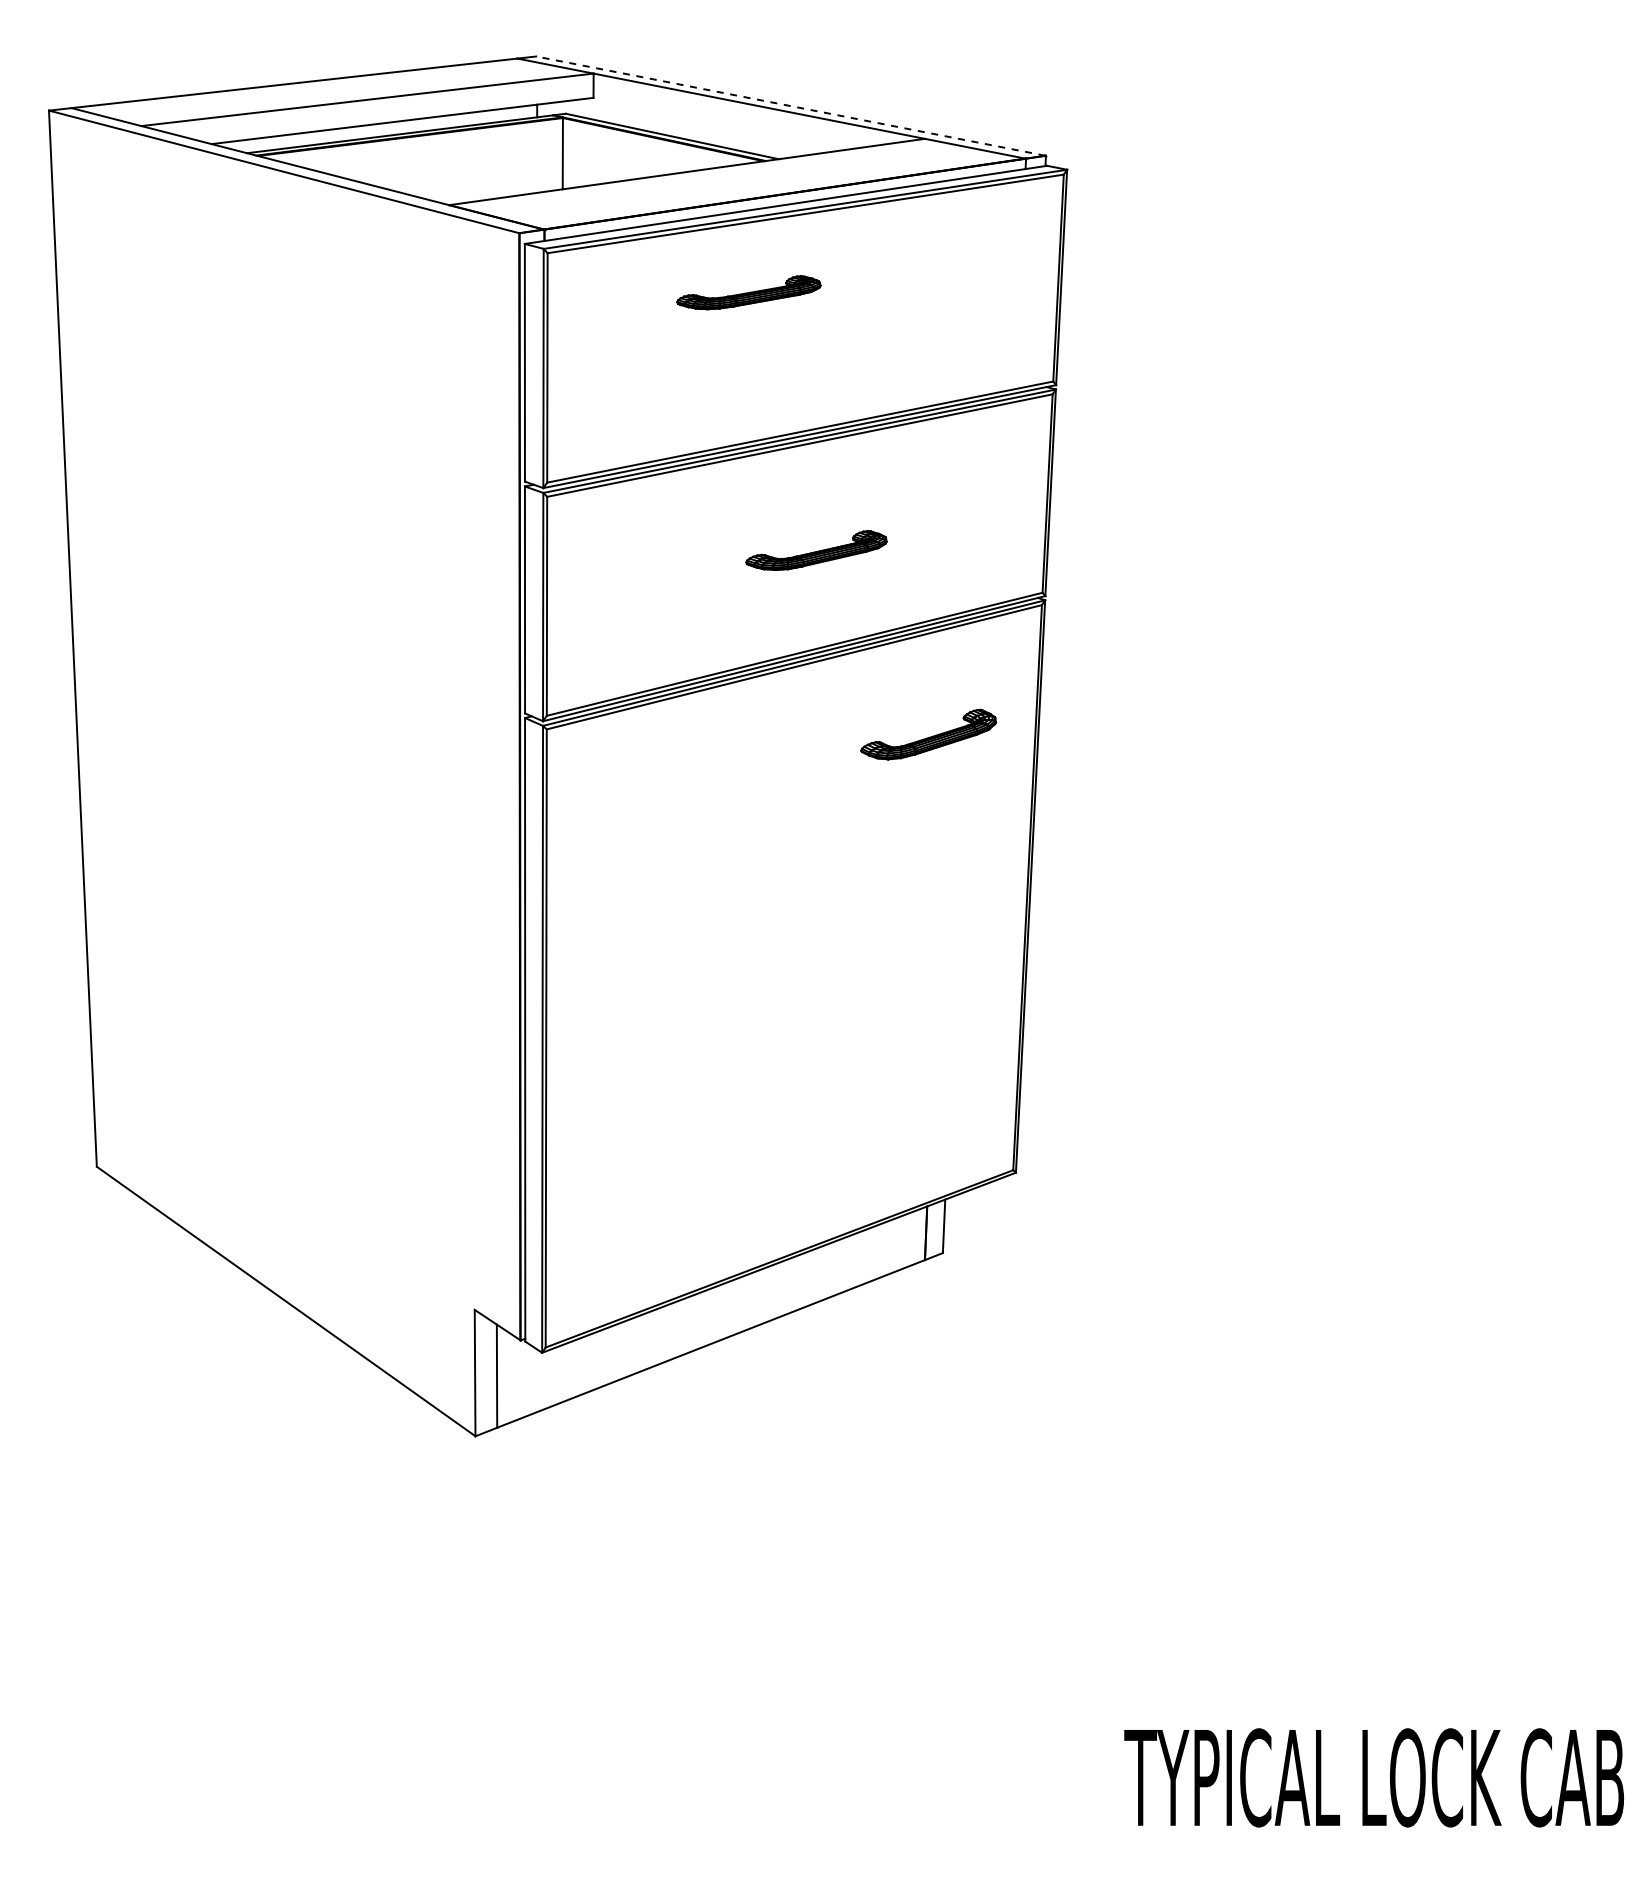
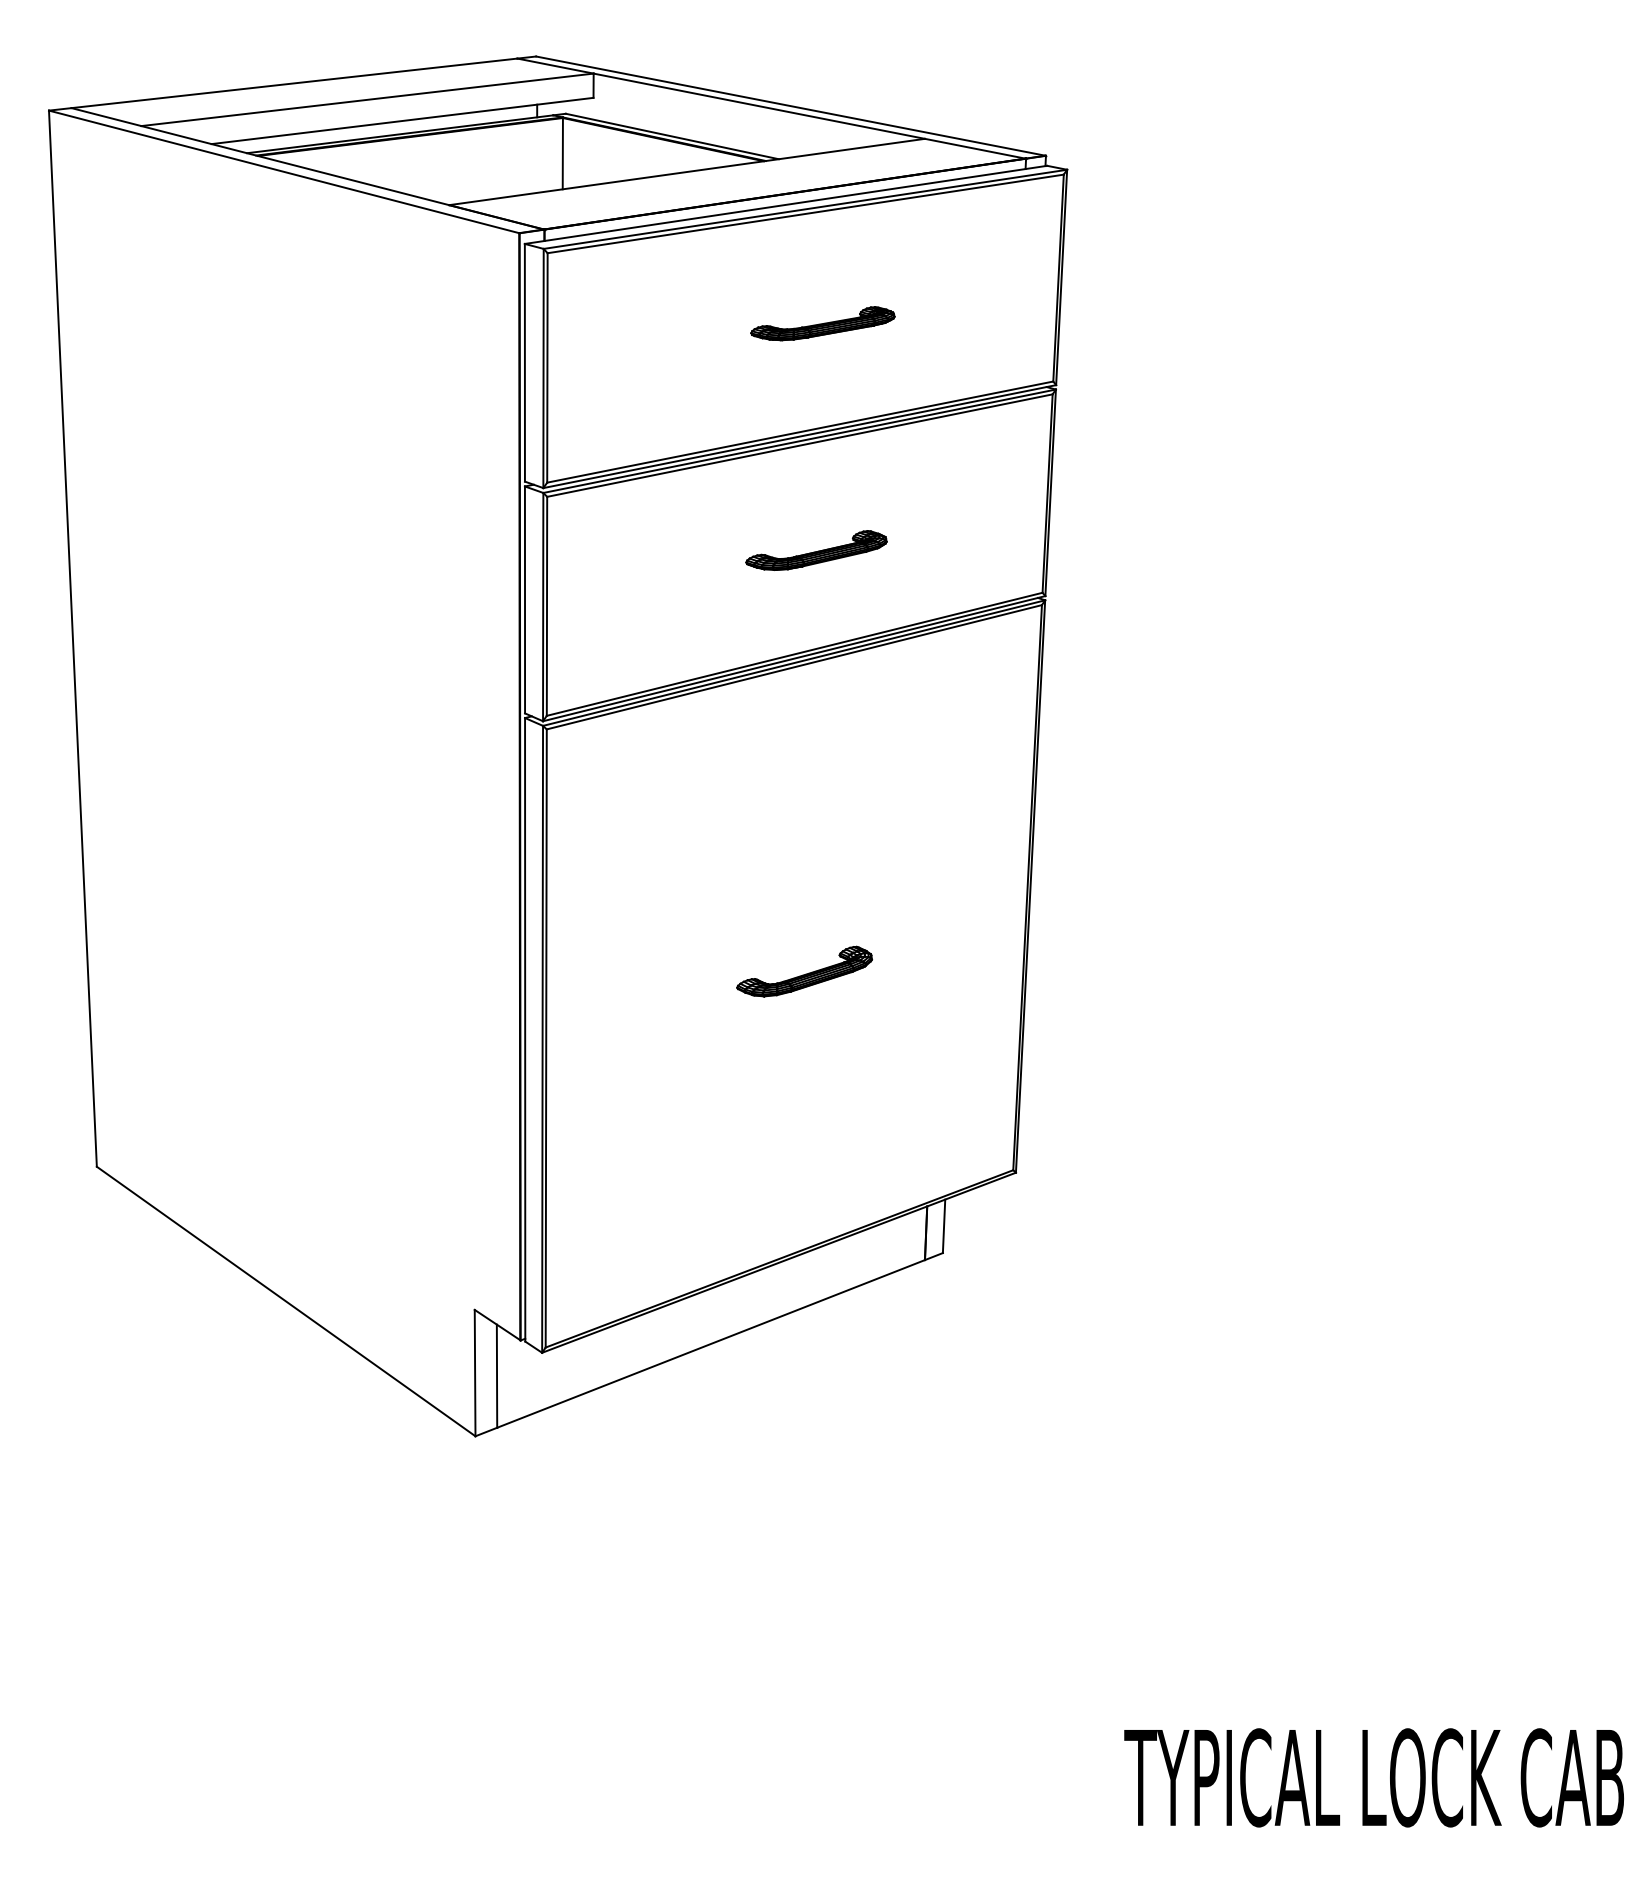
line at (790, 106): dashed -> solid
part at (748, 292) position: (748, 292) -> (822, 323)
part at (928, 734) position: (928, 734) -> (804, 971)
